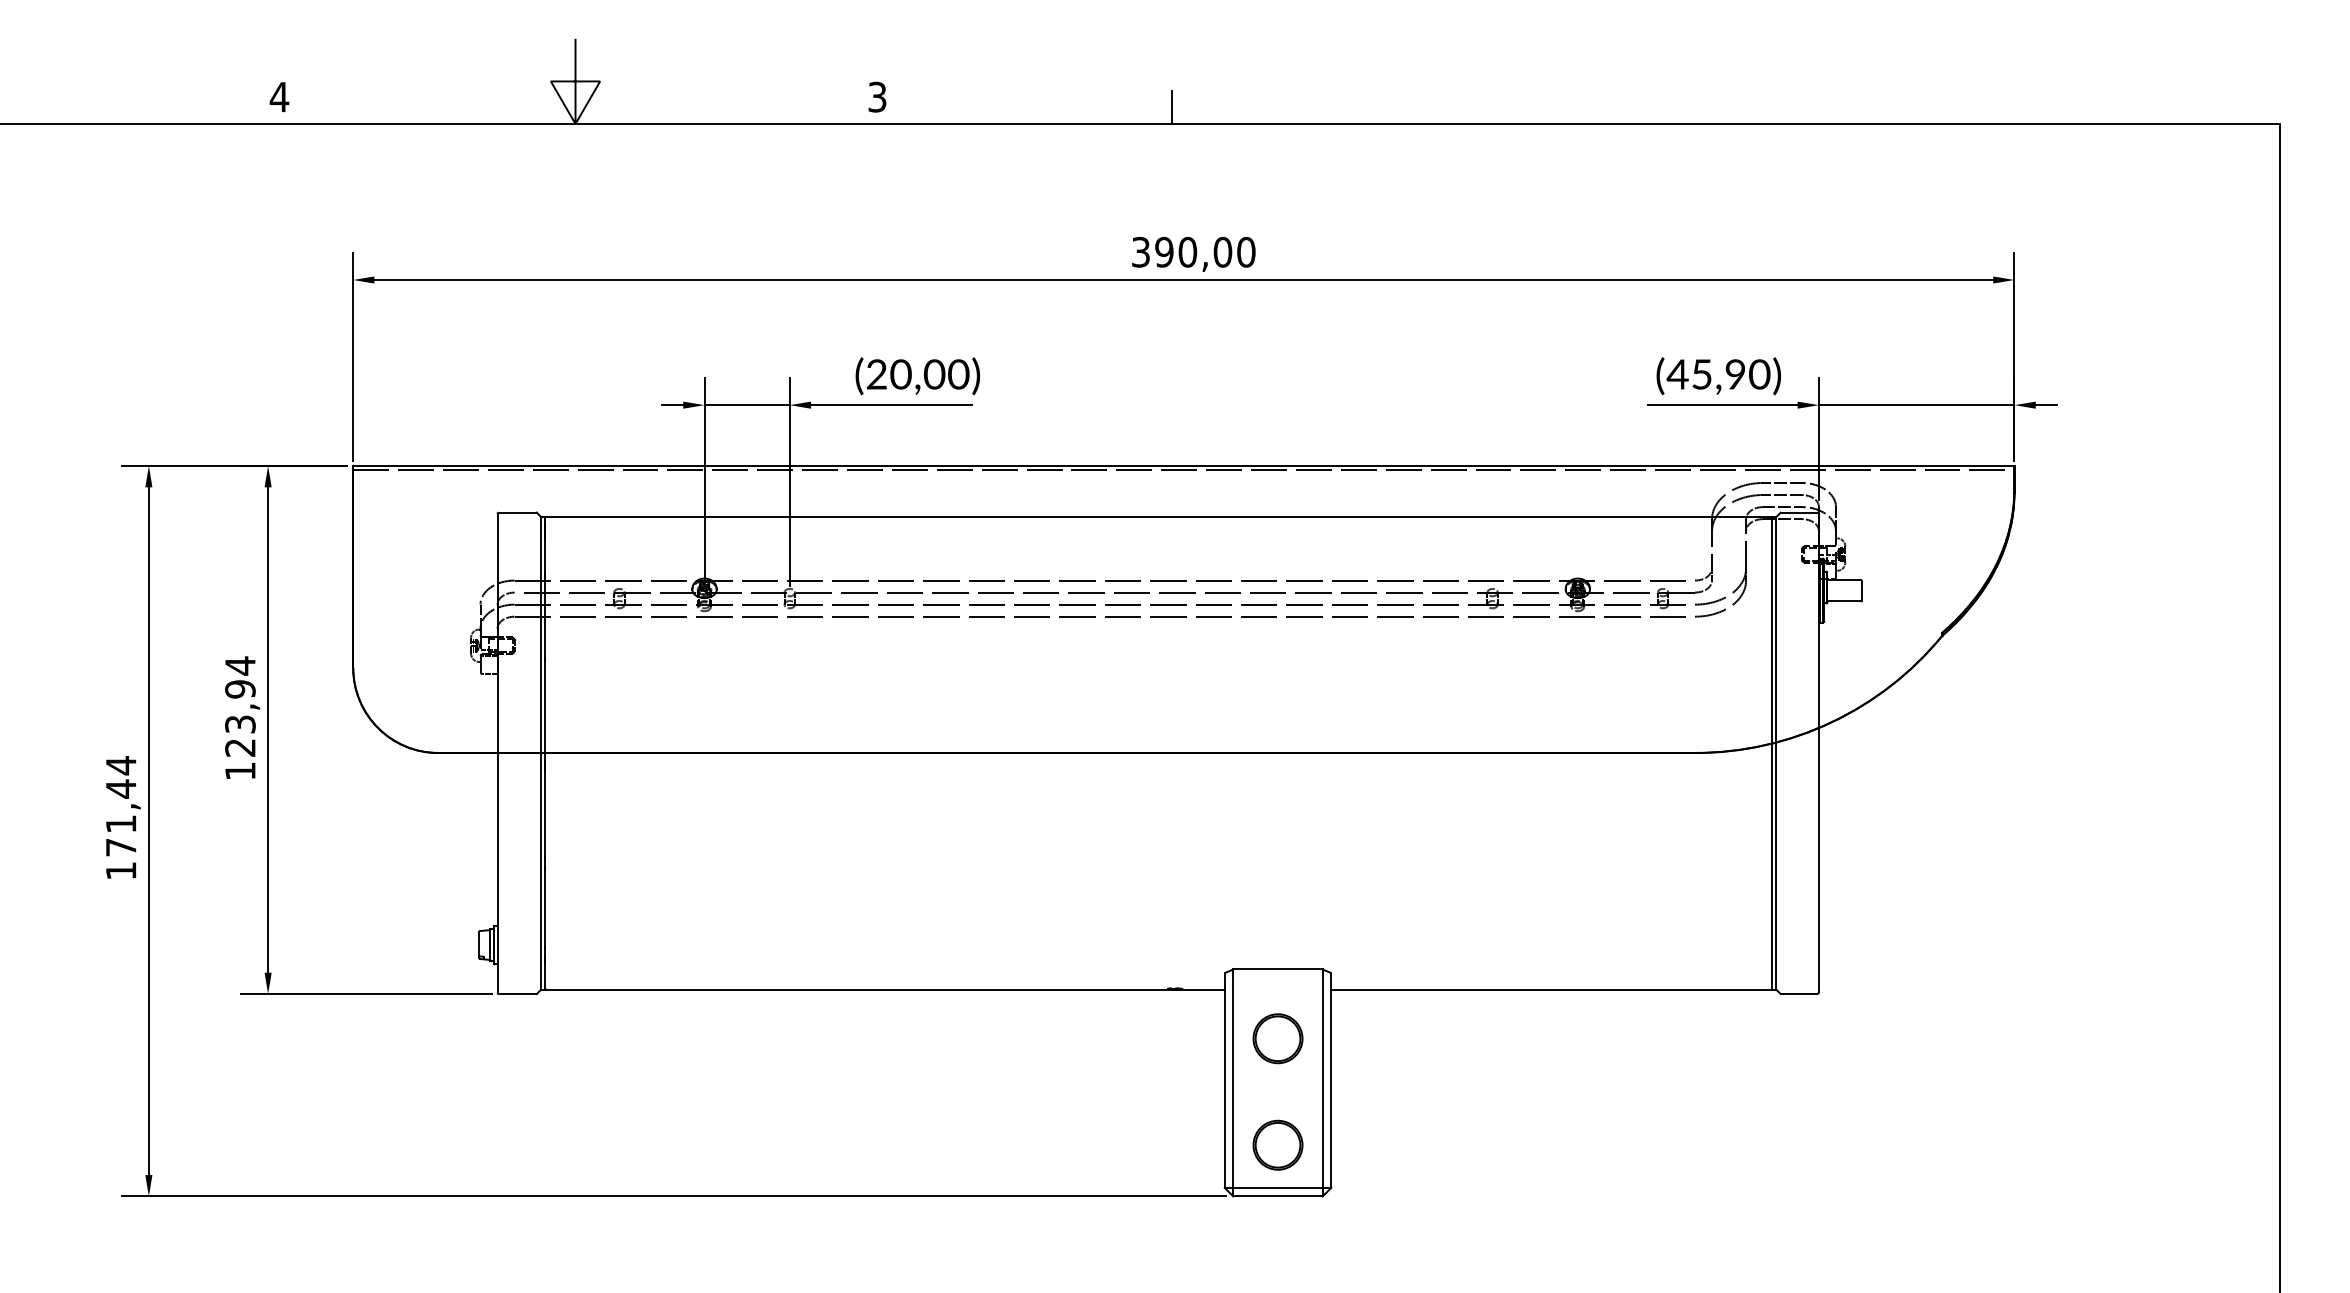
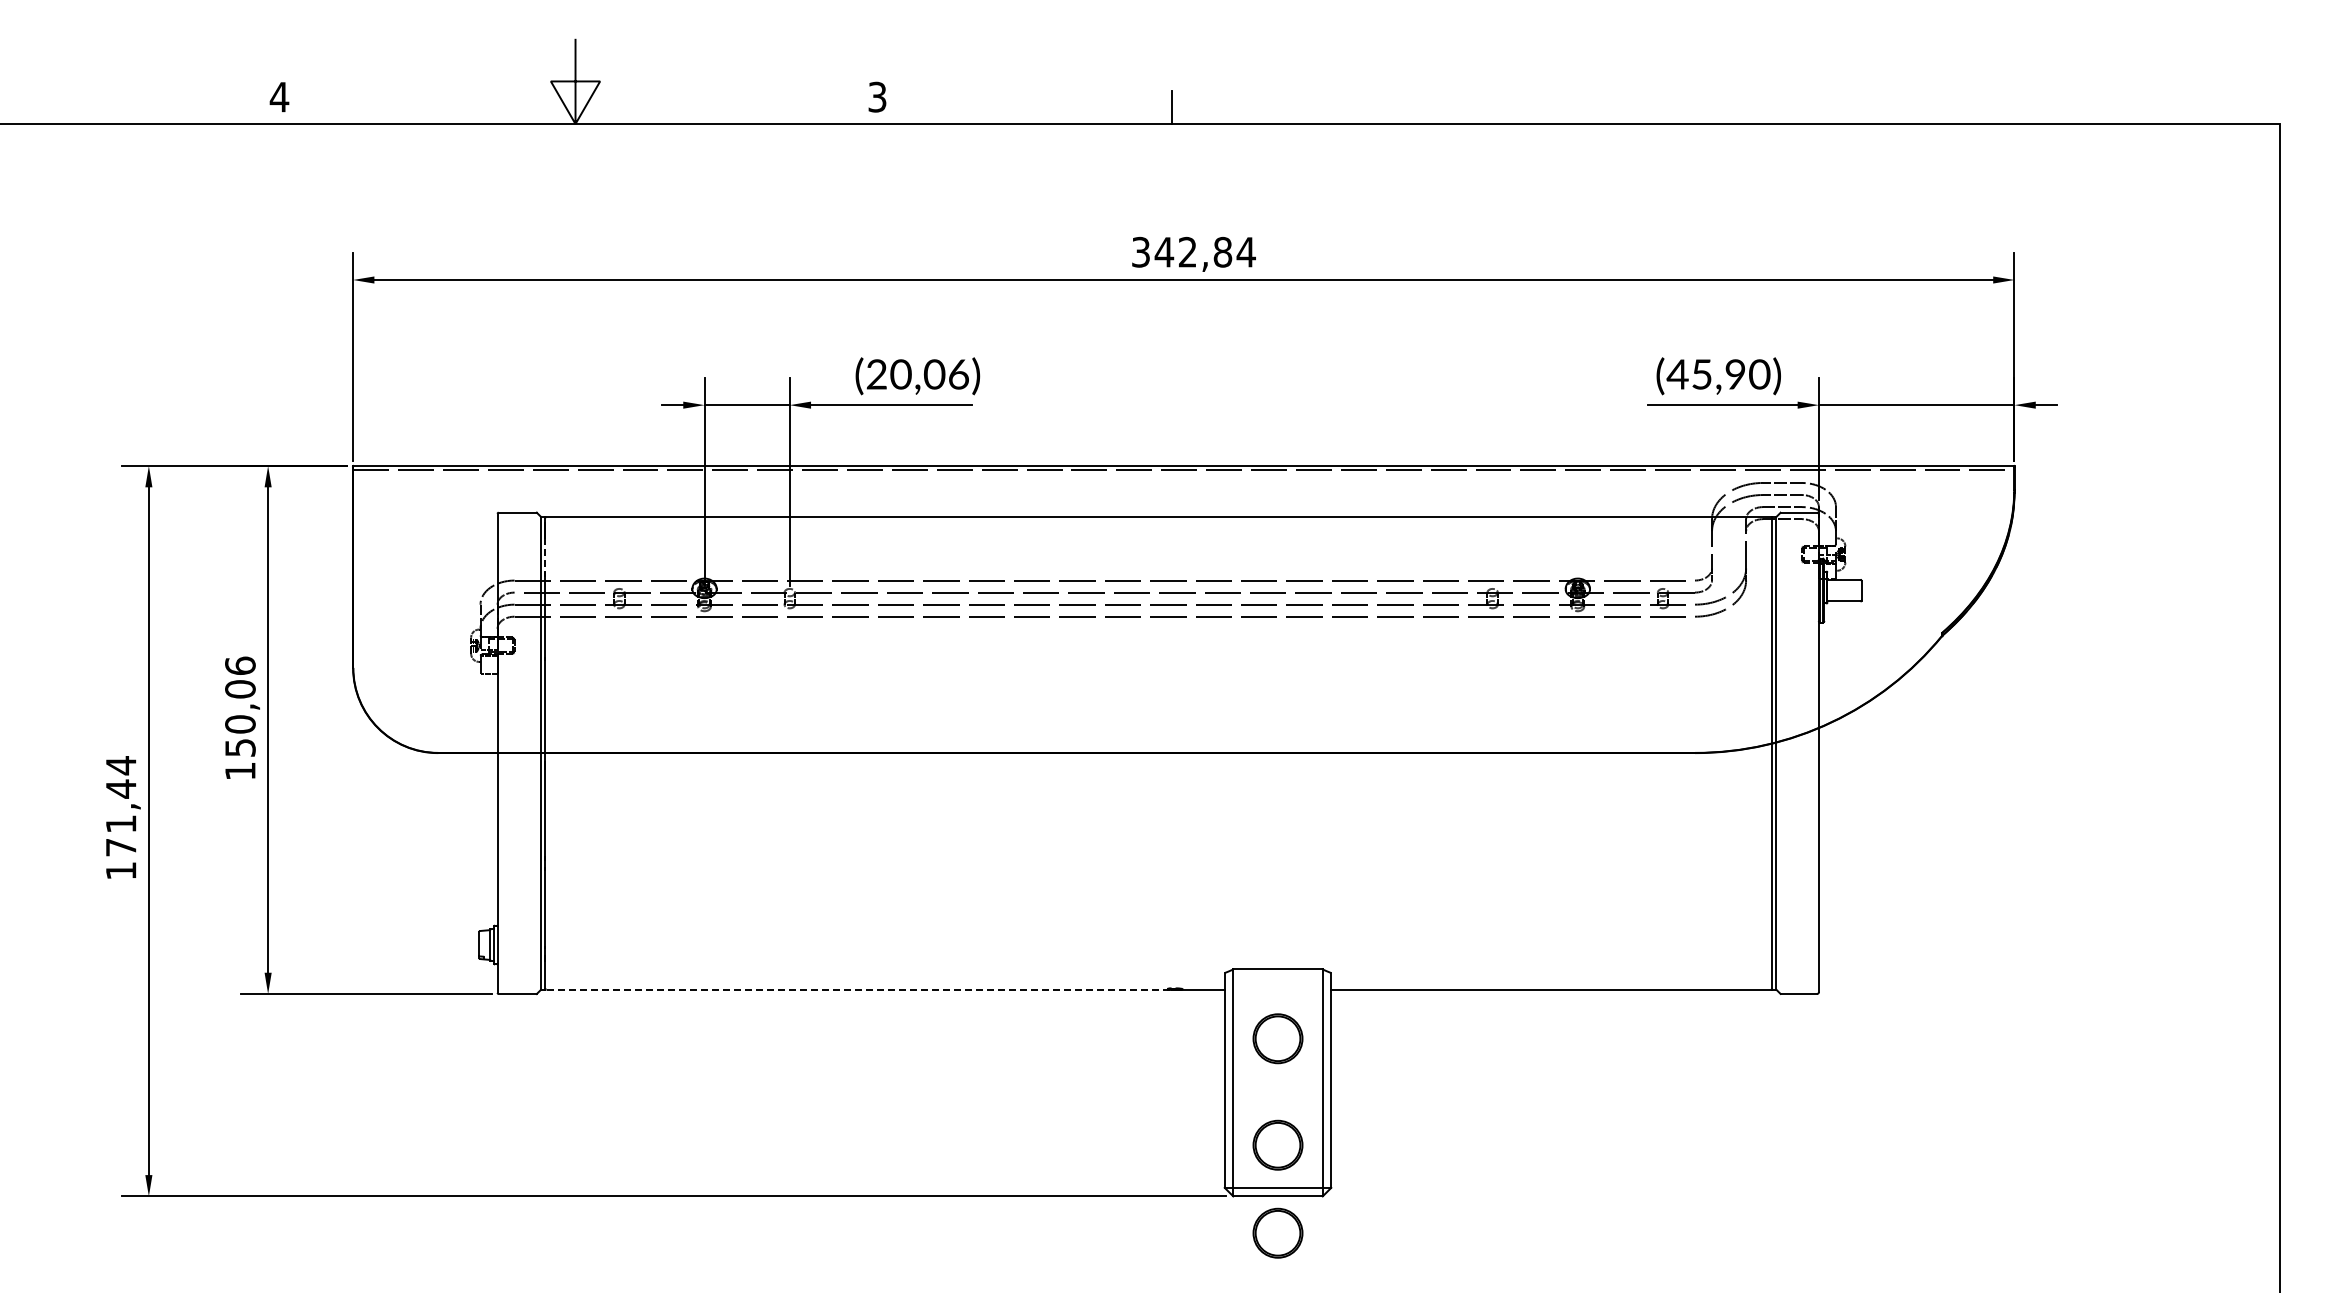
text at (1204, 251): 390,00 -> 342,84
text at (958, 374): (20,00) -> (20,06)
line at (545, 555): solid -> dashed
text at (240, 706): 123,94 -> 150,06
line at (857, 989): solid -> dashed
part at (1277, 1232): none -> present
